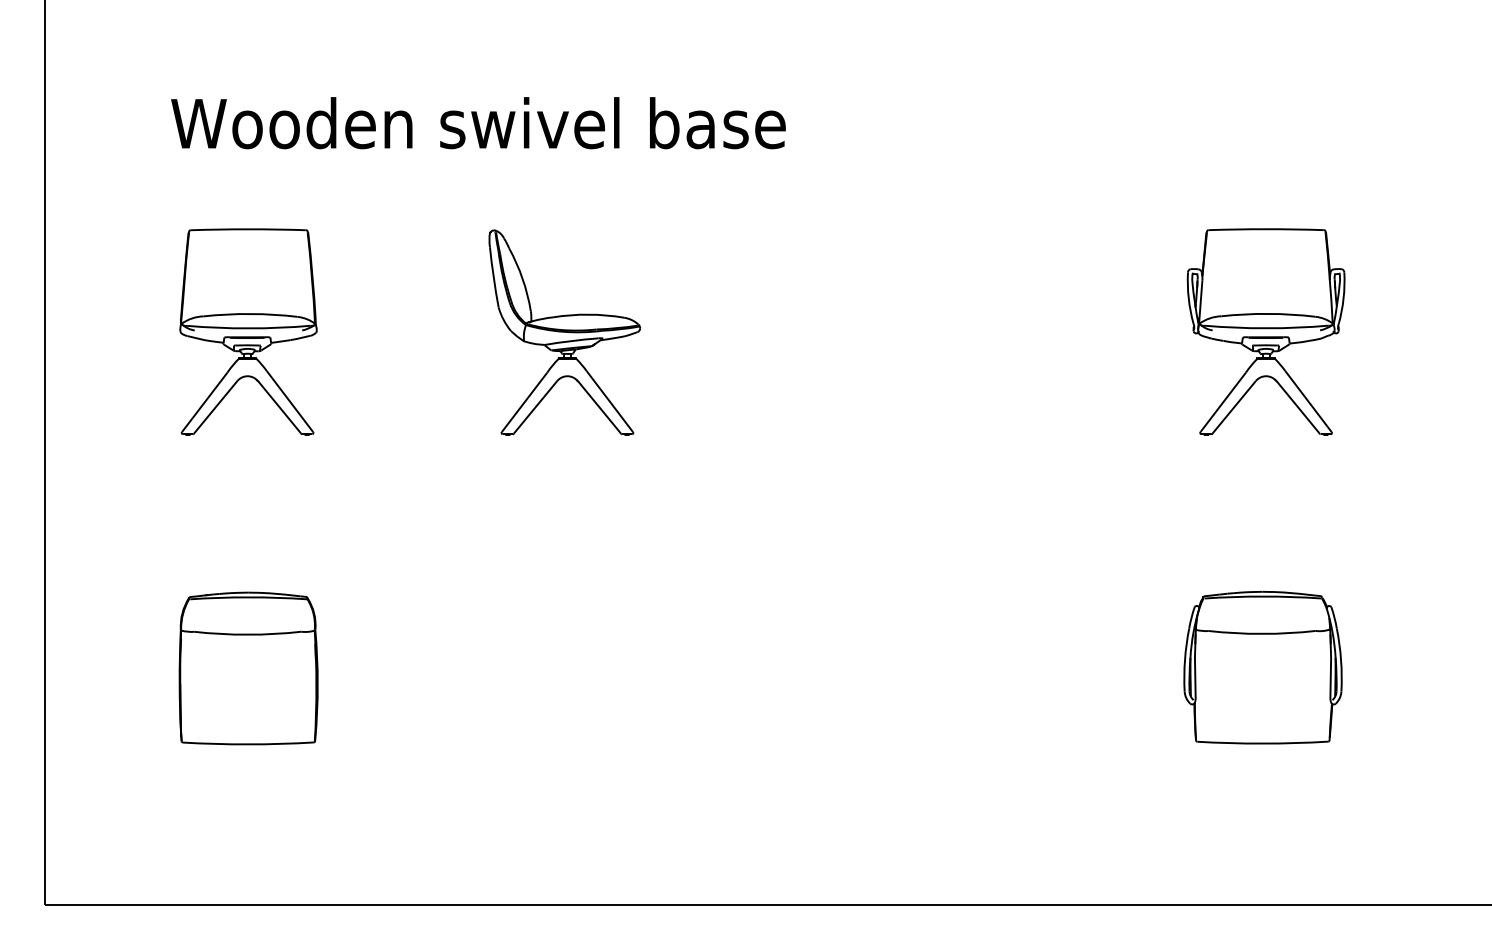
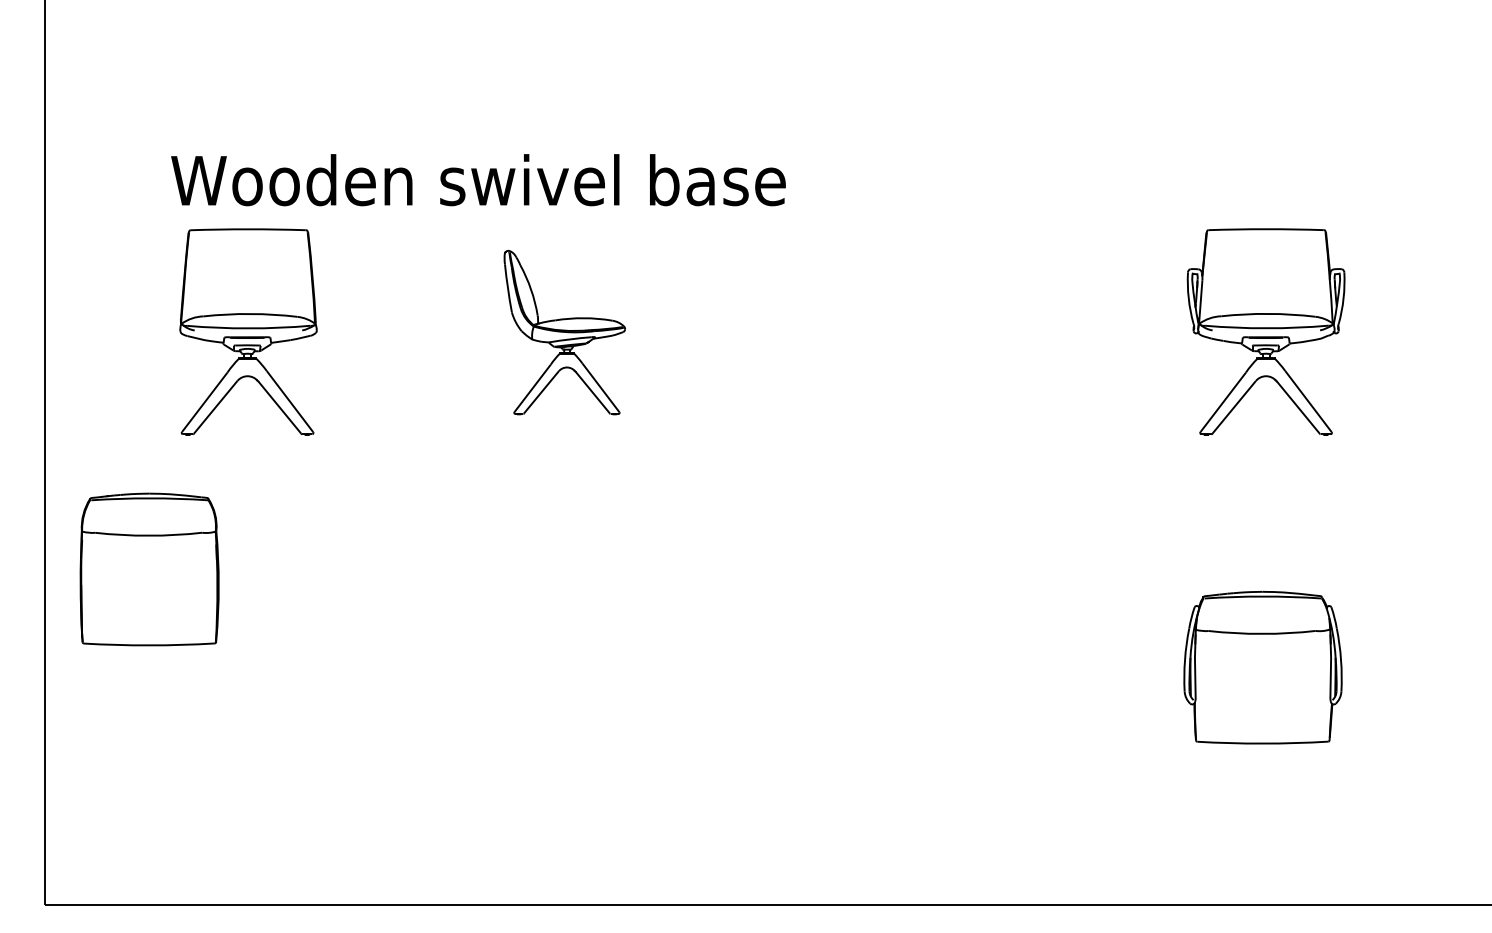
text at (478, 123) position: (478, 123) -> (478, 180)
part at (564, 332) size: 154x207 px -> 123x167 px
part at (248, 668) position: (248, 668) -> (149, 569)
